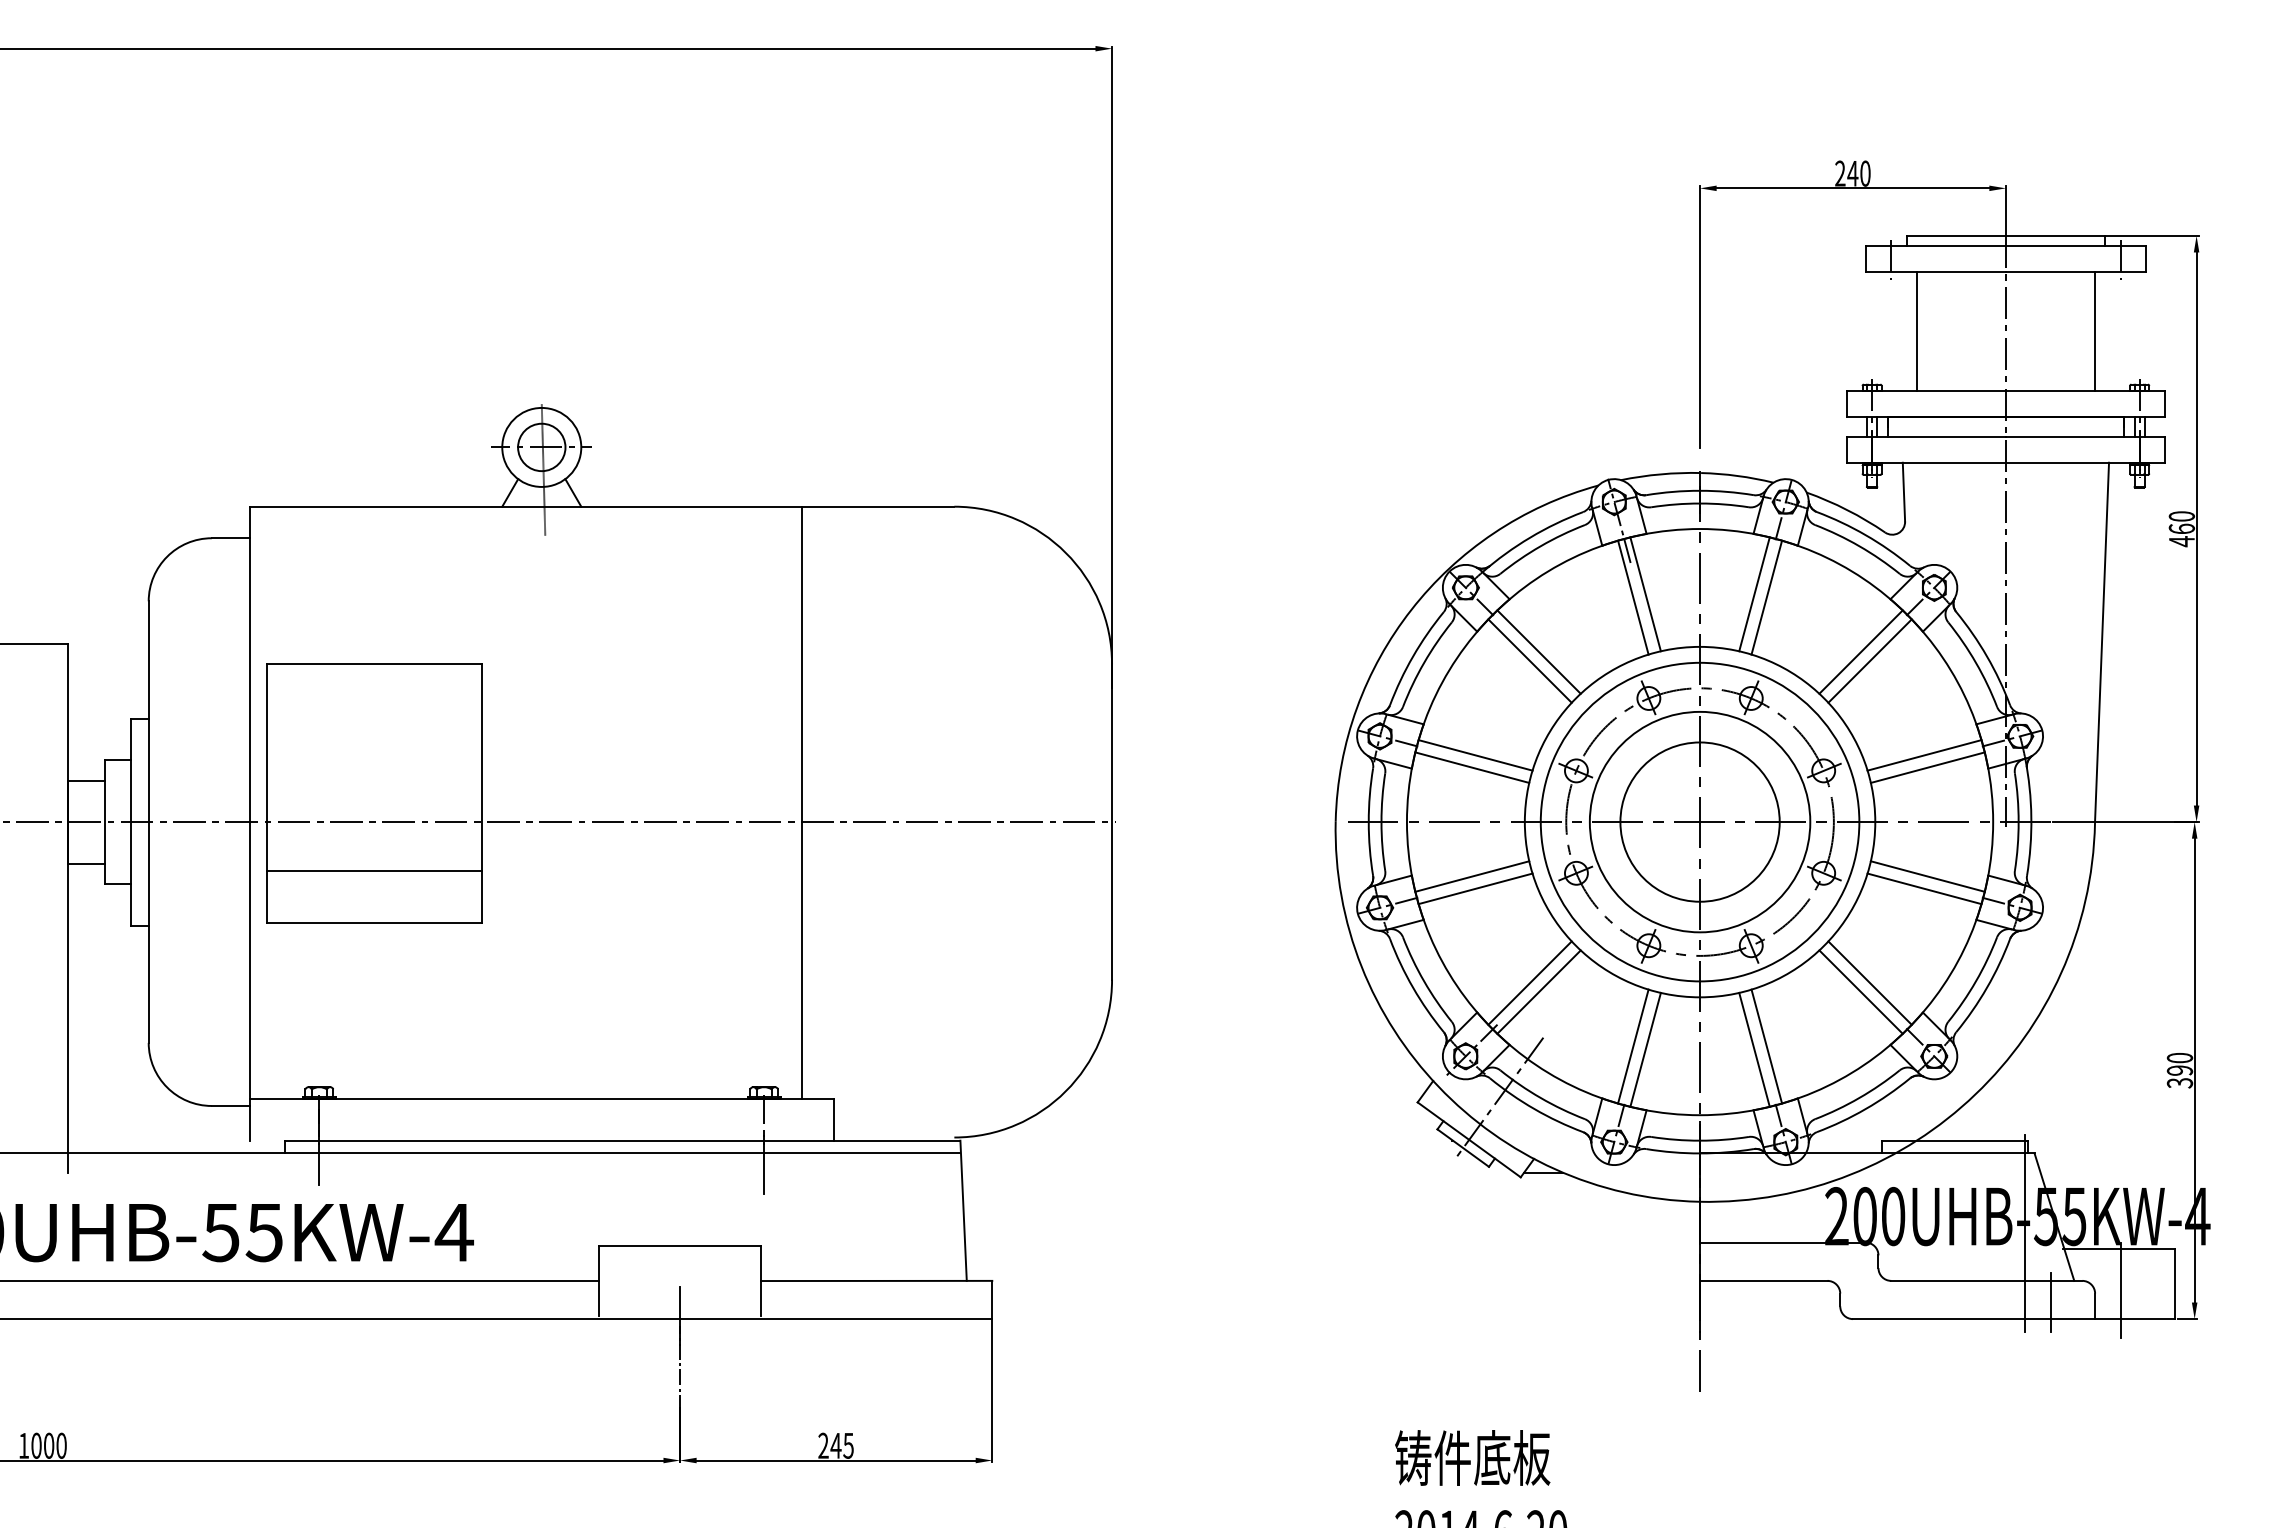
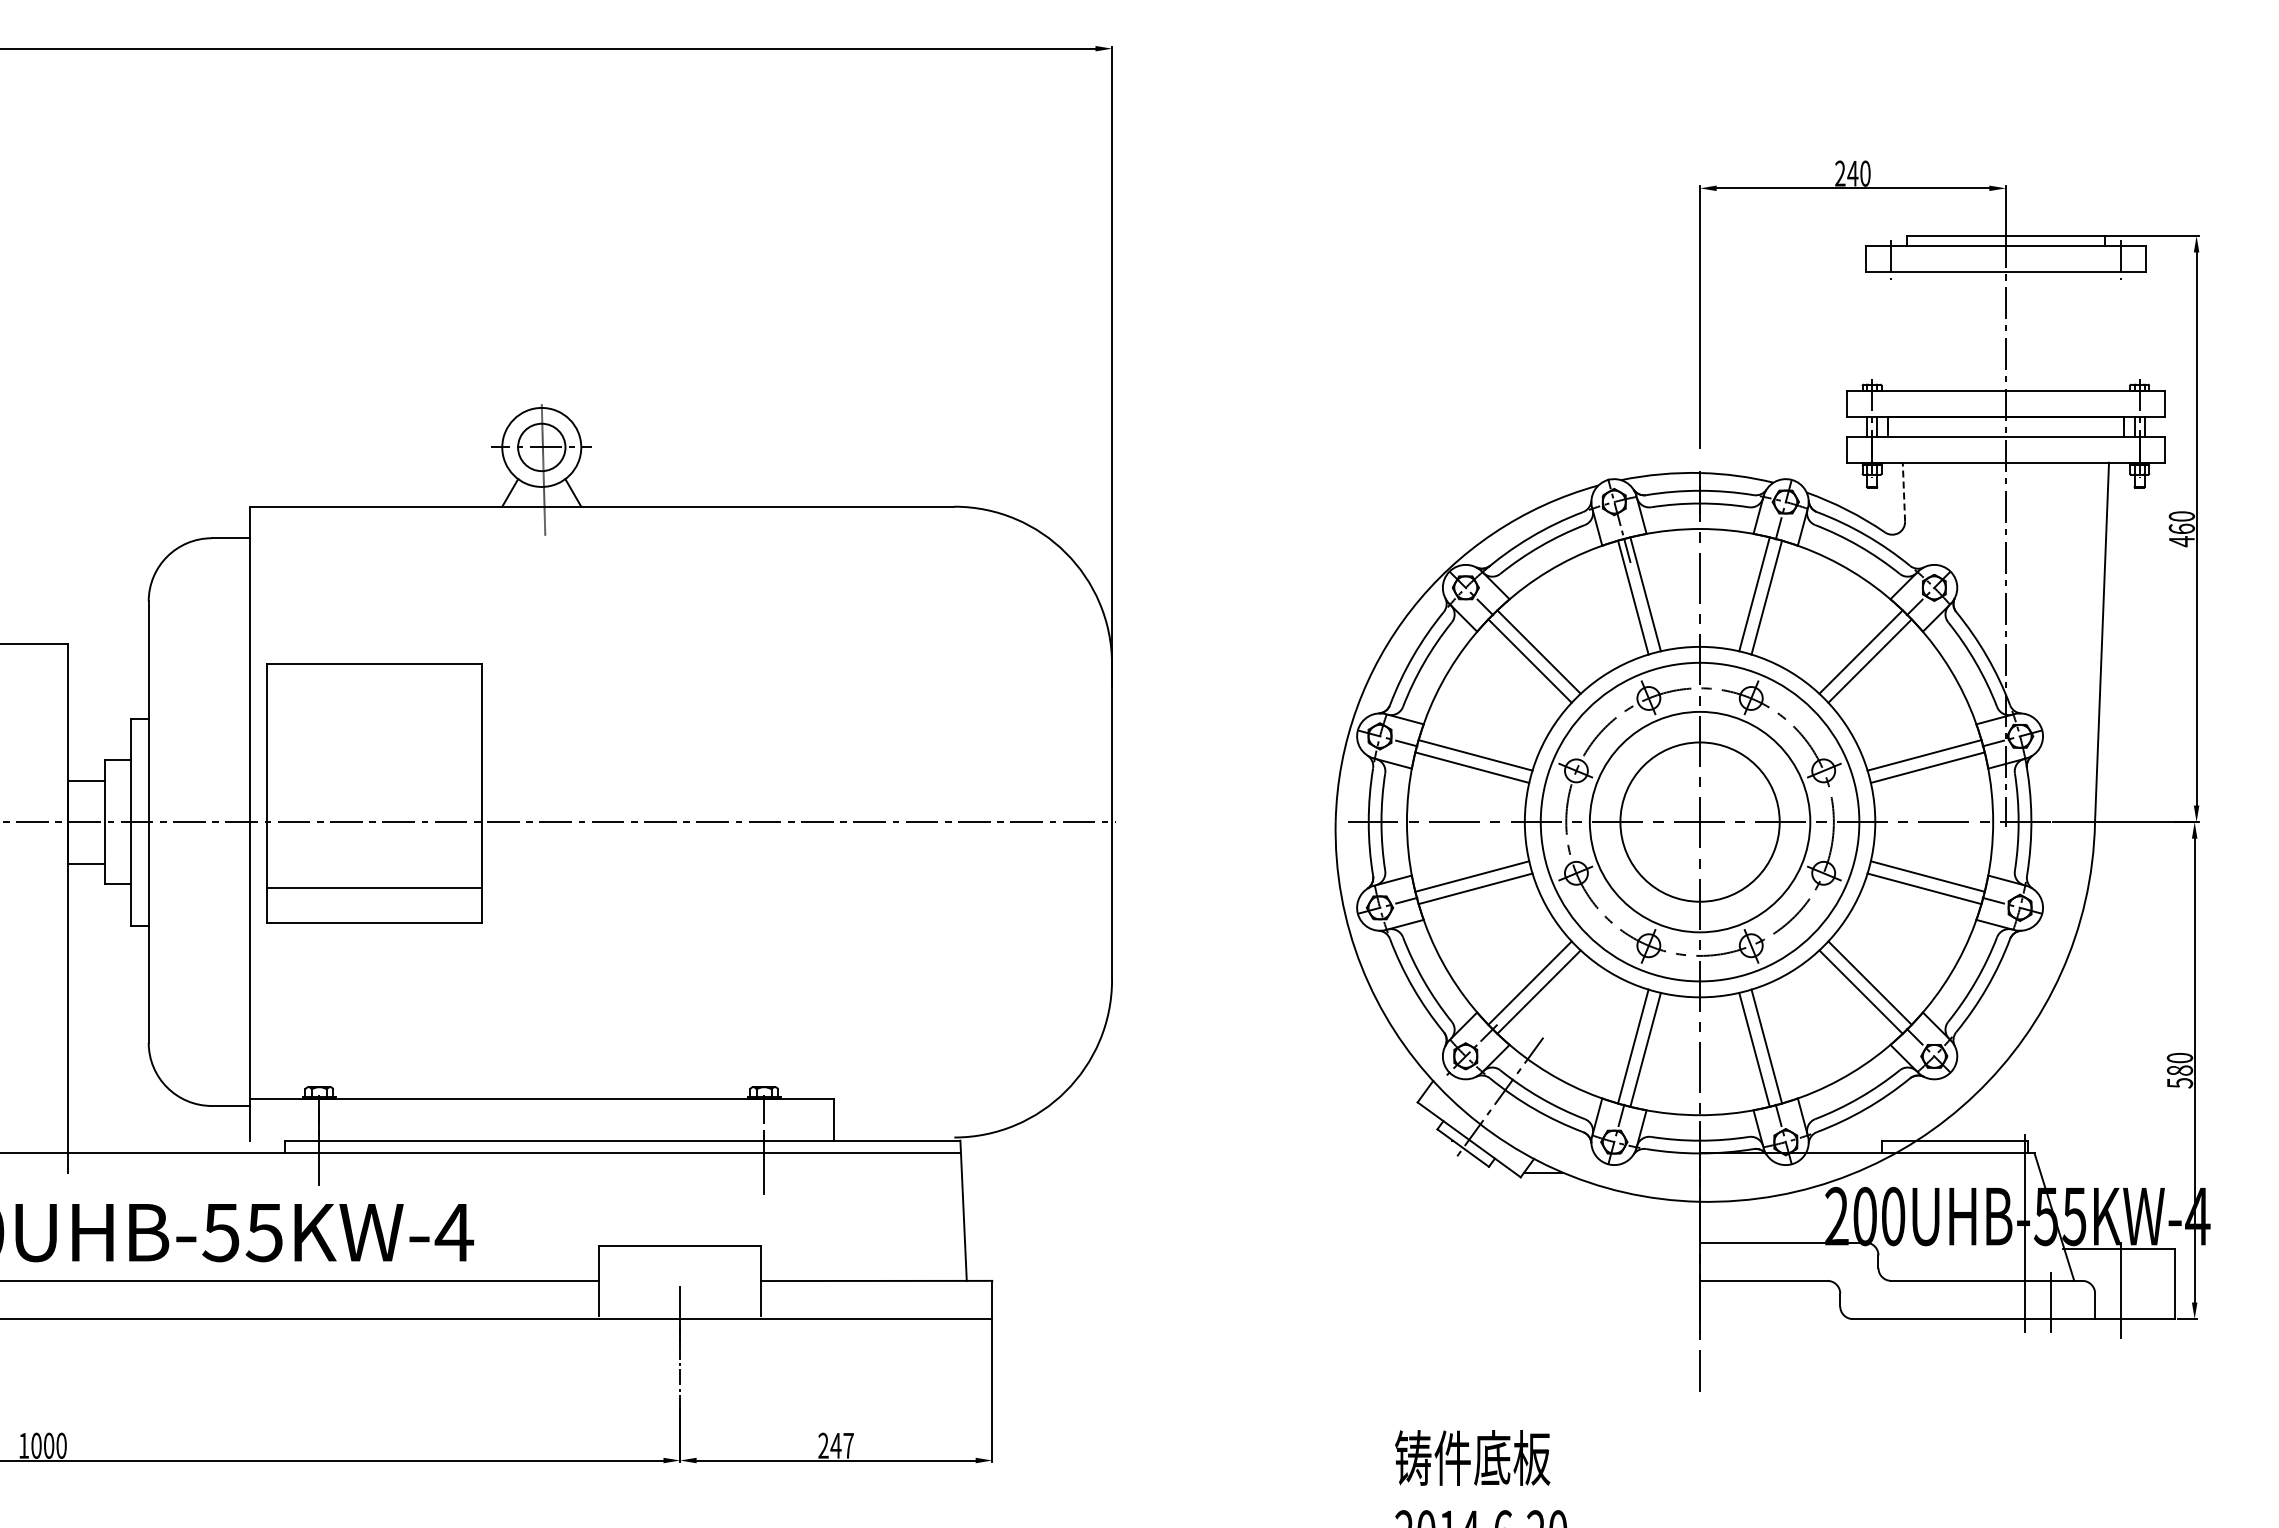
line at (1916, 331): present -> none
line at (2095, 331): present -> none
line at (1903, 491): solid -> dashed
line at (802, 802): present -> none
line at (374, 871) position: (374, 871) -> (374, 888)
text at (2179, 1076): 390 -> 580
text at (848, 1445): 245 -> 247
